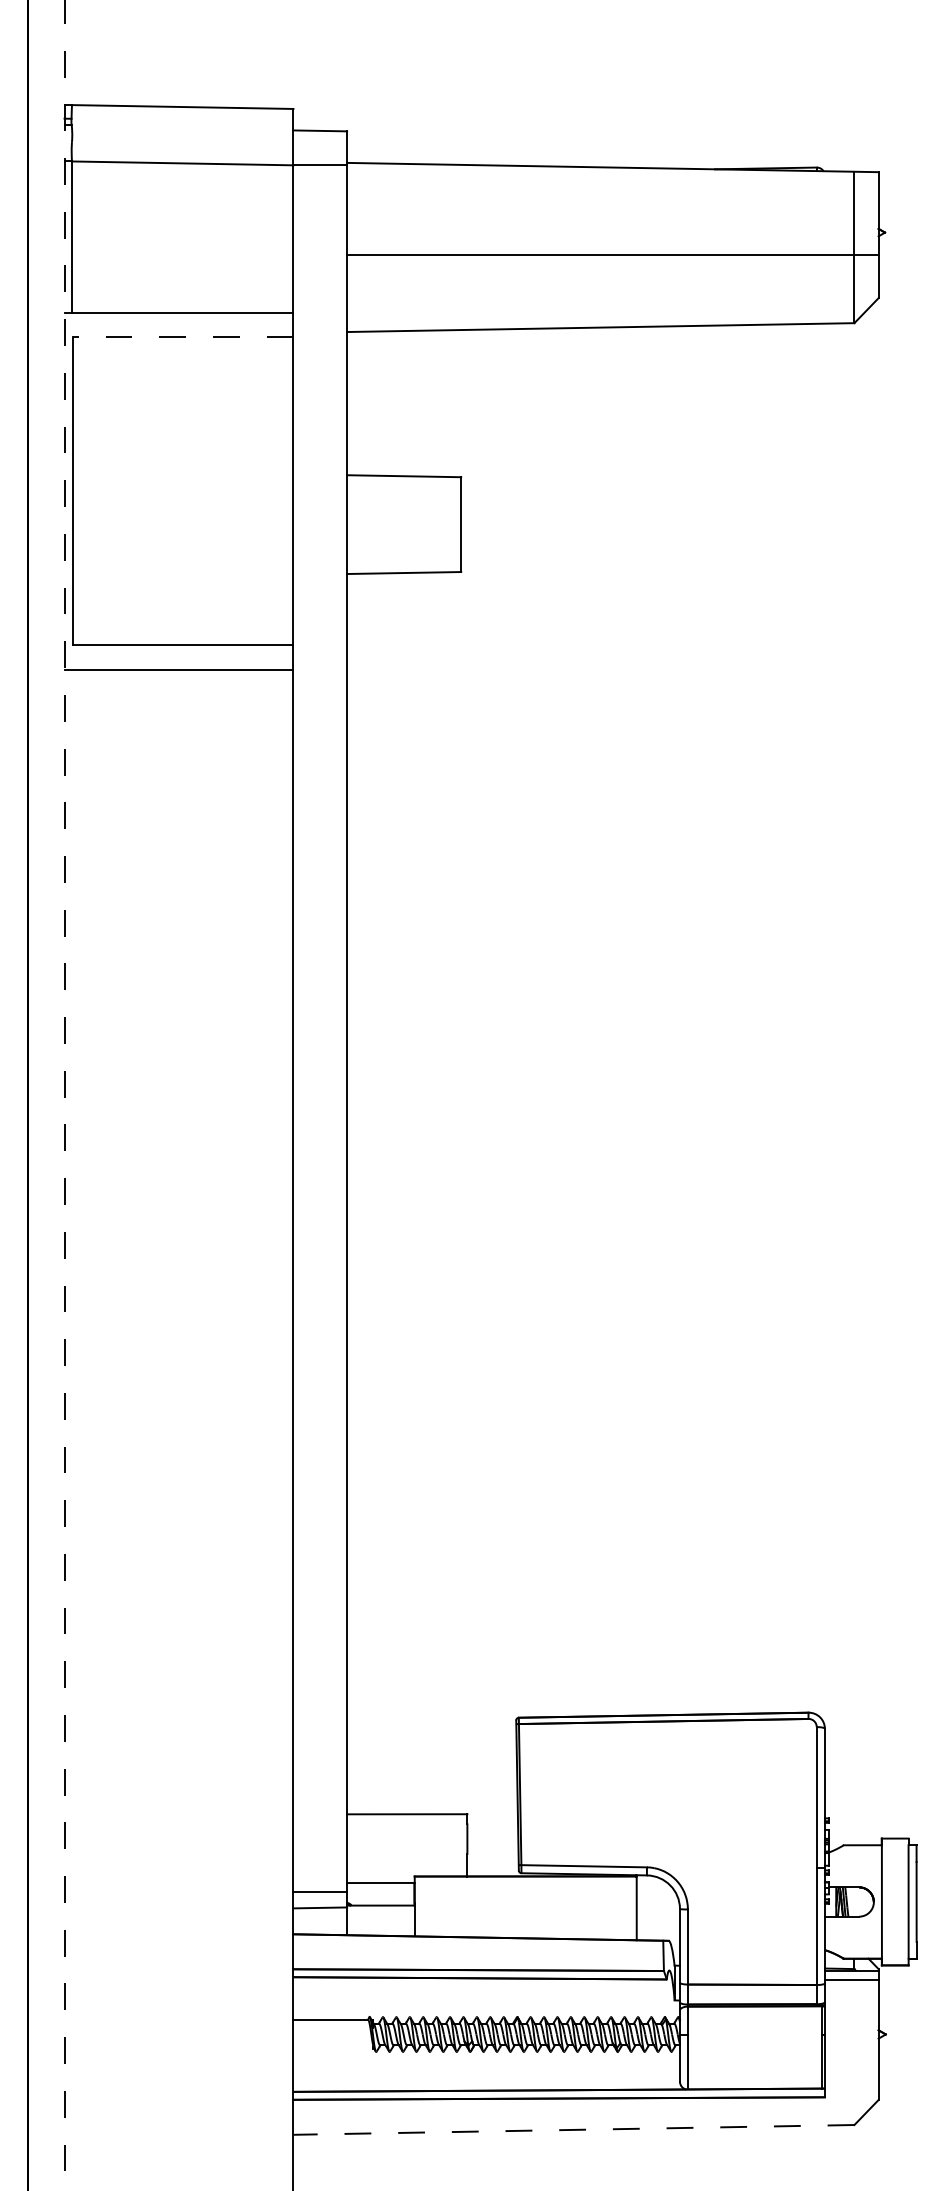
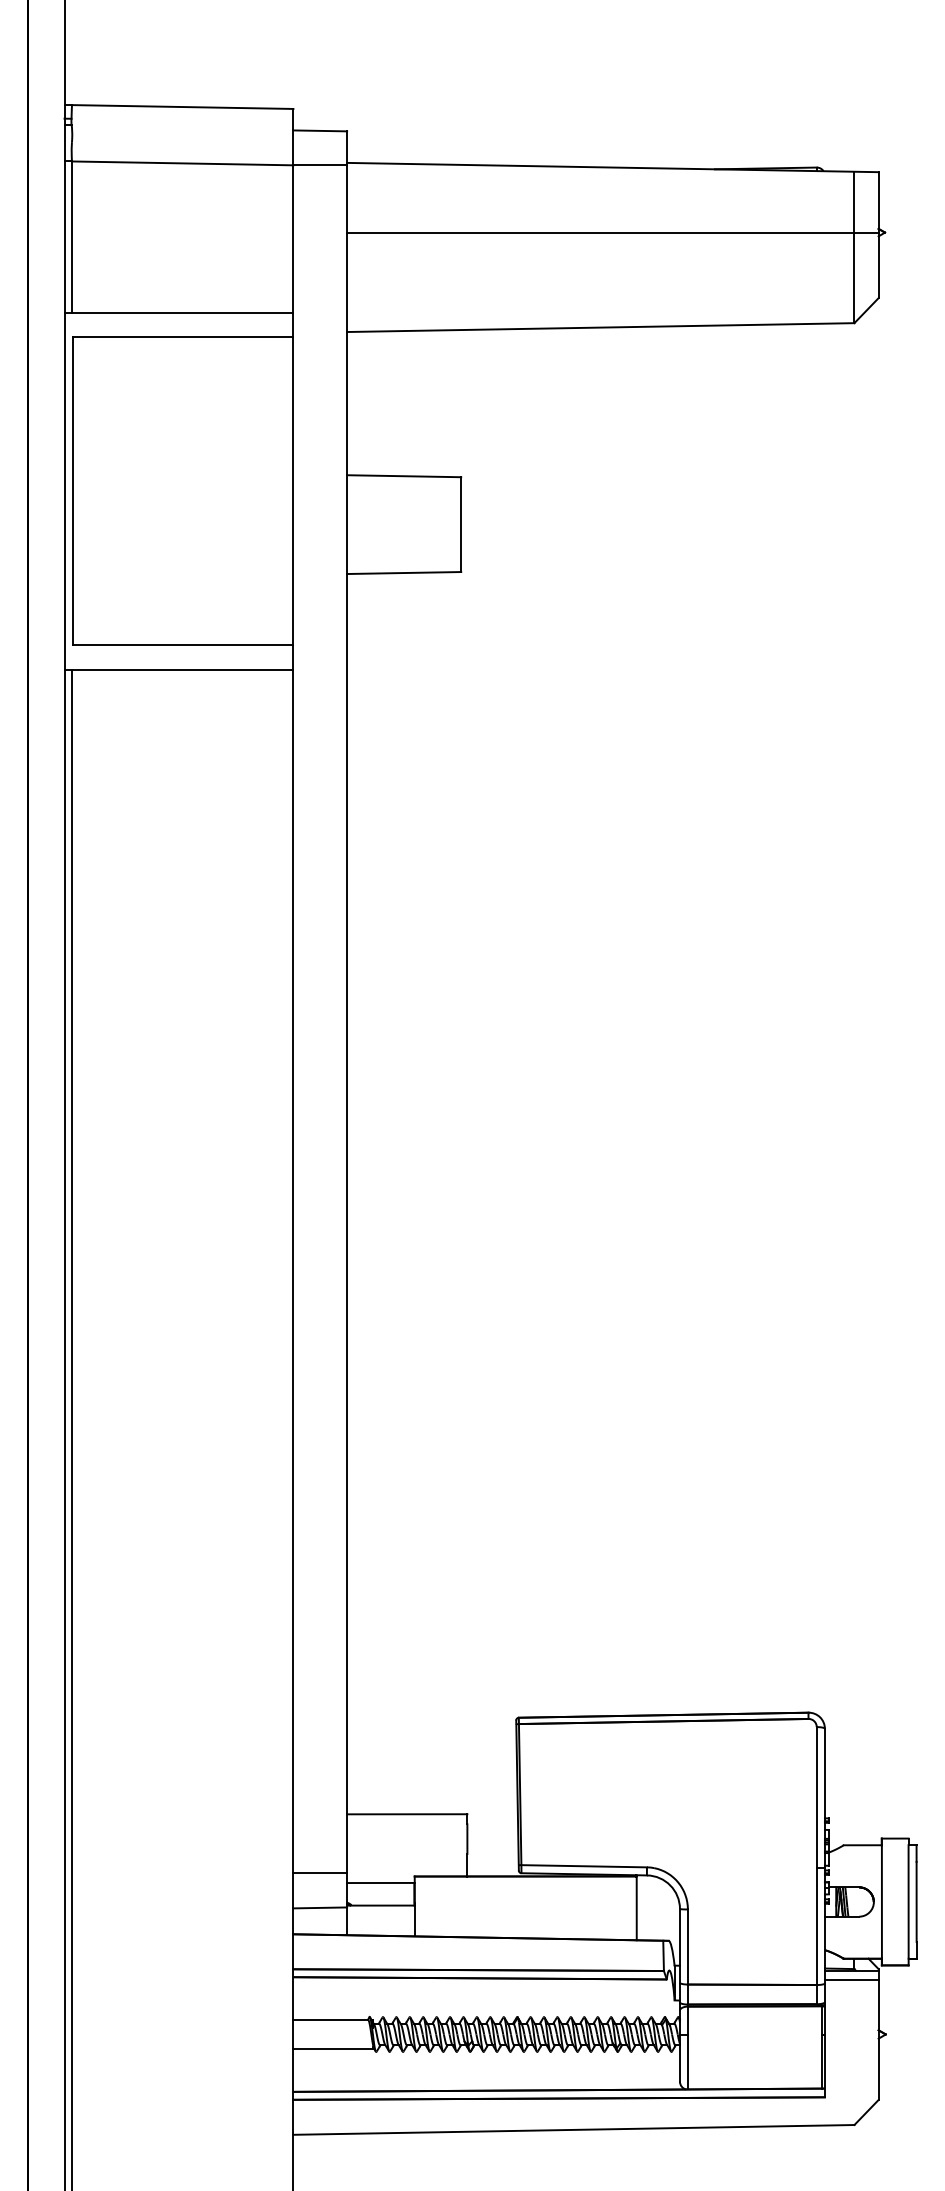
line at (612, 254) position: (612, 254) -> (612, 232)
line at (182, 336): dashed -> solid
line at (65, 1095): dashed -> solid
line at (71, 1428): none -> present
line at (320, 1892) position: (320, 1892) -> (320, 1873)
line at (333, 2049): none -> present
line at (573, 2129): dashed -> solid
